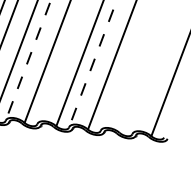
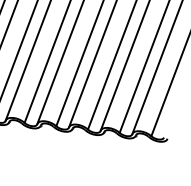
line at (28, 60): dashed -> solid
line at (60, 62): none -> present
line at (93, 63): dashed -> solid
line at (124, 66): none -> present
line at (143, 67): none -> present
line at (156, 67): none -> present
